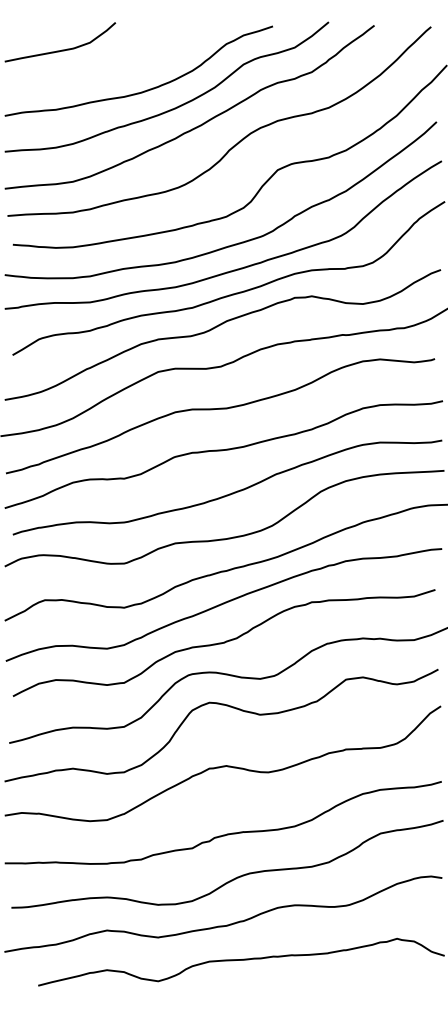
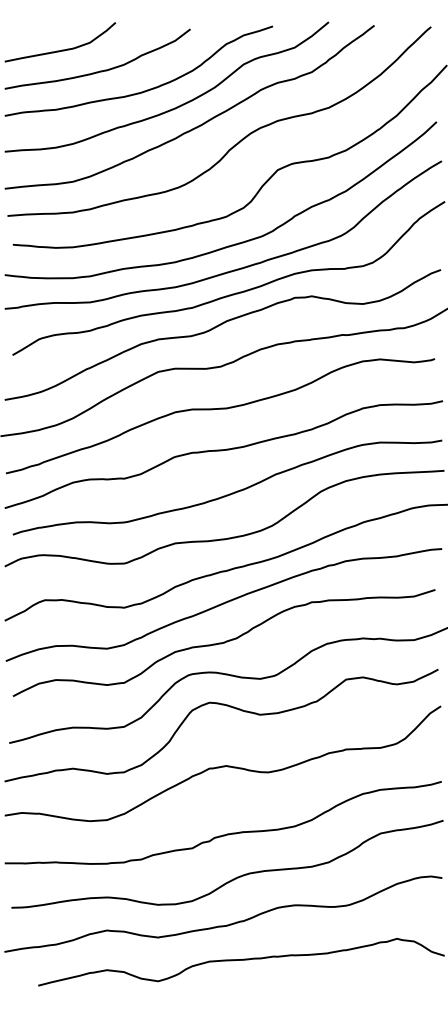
curve at (99, 70): none -> present
